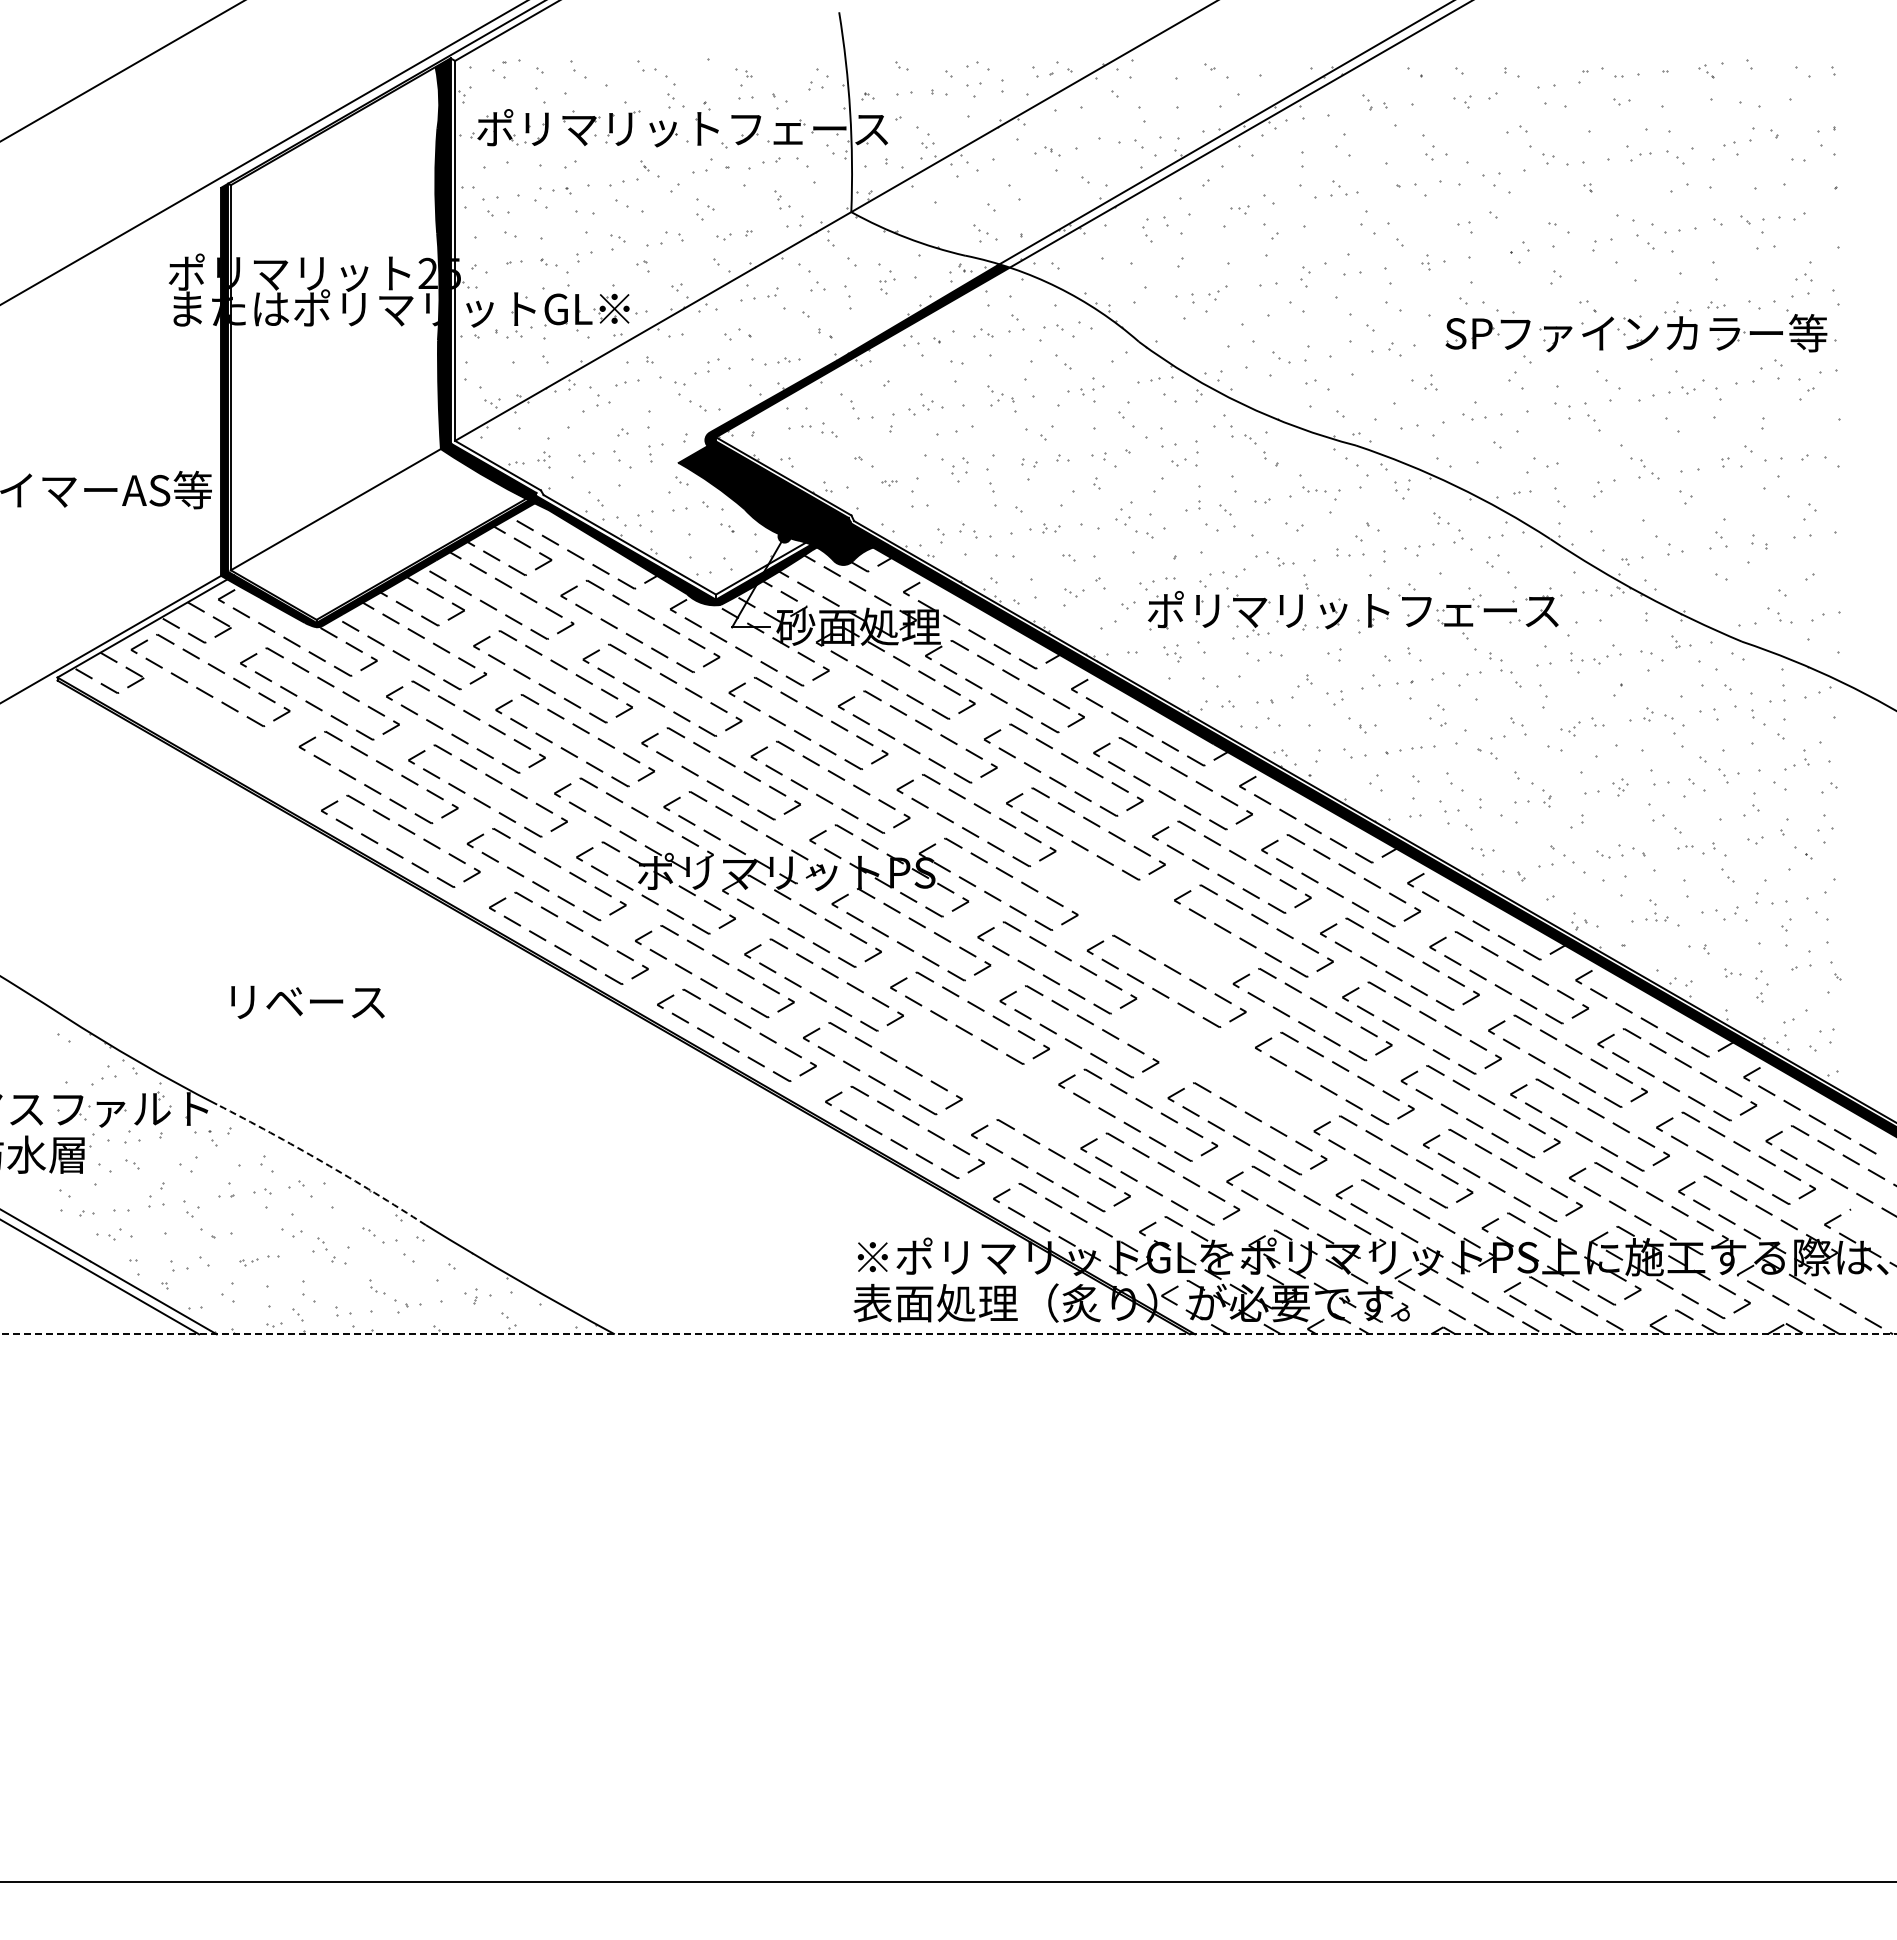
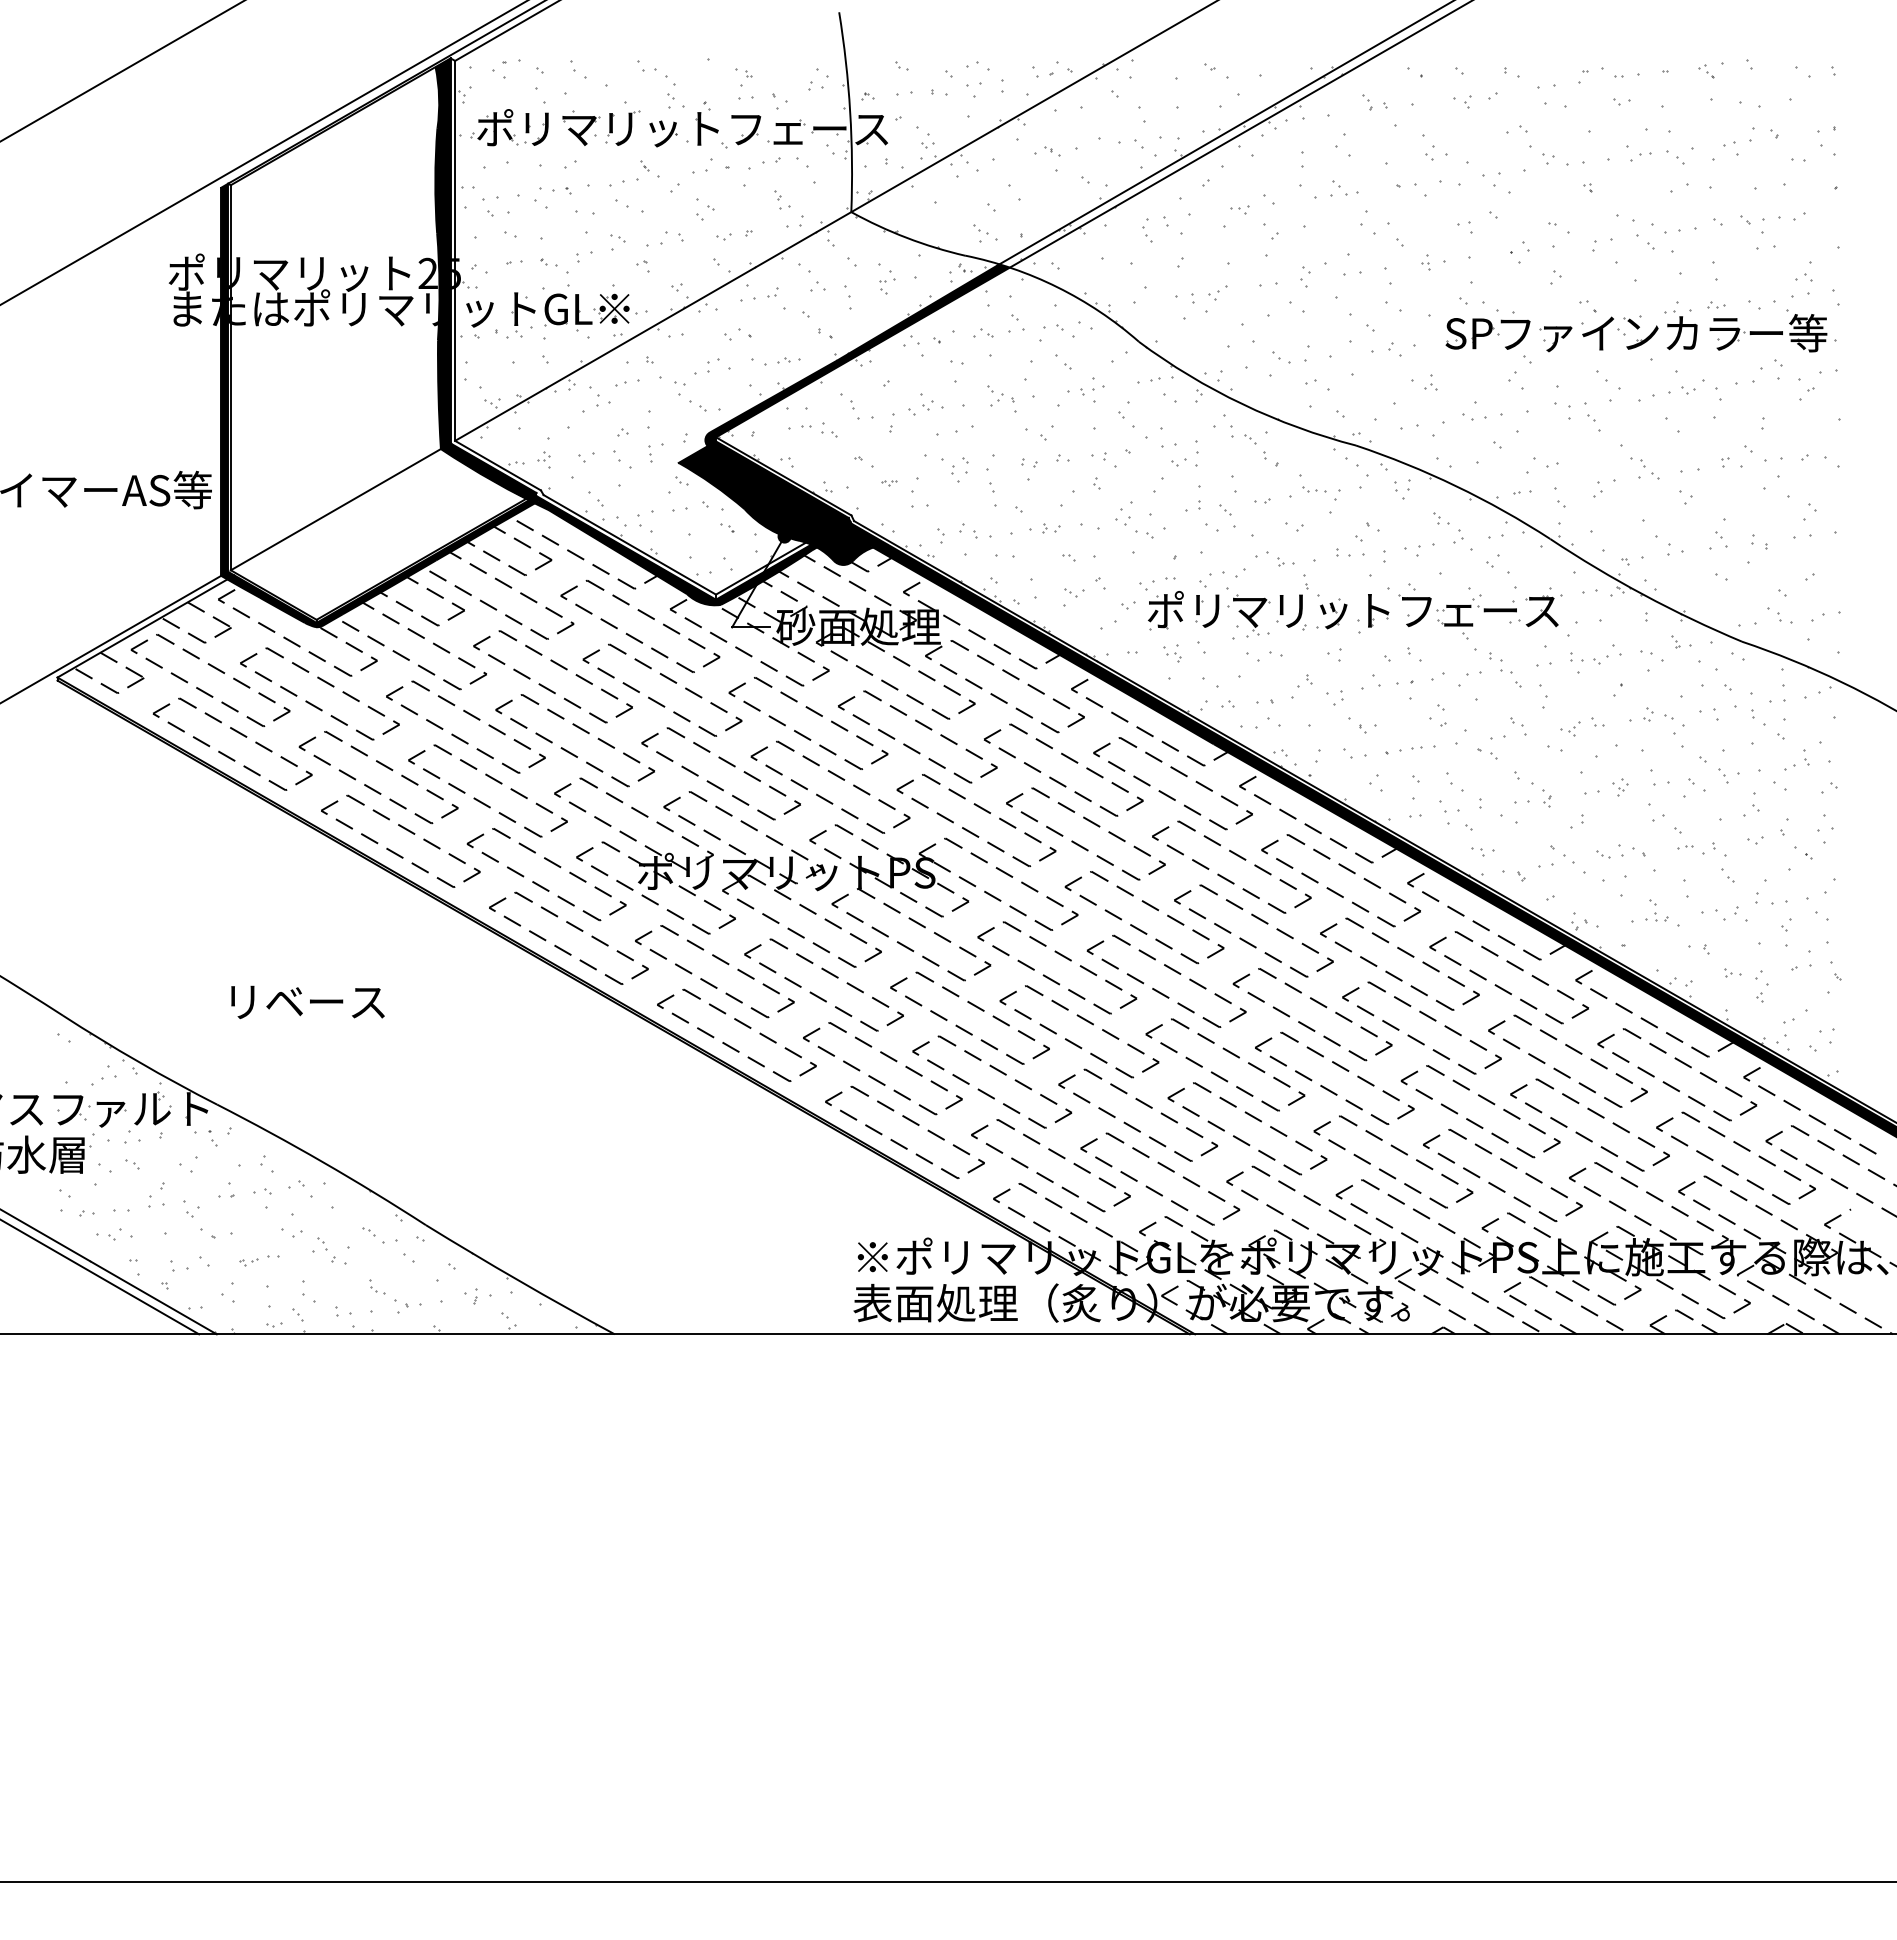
part at (238, 733): none -> present
part at (1149, 906): none -> present
part at (1231, 1054): none -> present
part at (999, 1072): none -> present
arc at (323, 1162): dashed -> solid
line at (948, 1334): dashed -> solid
